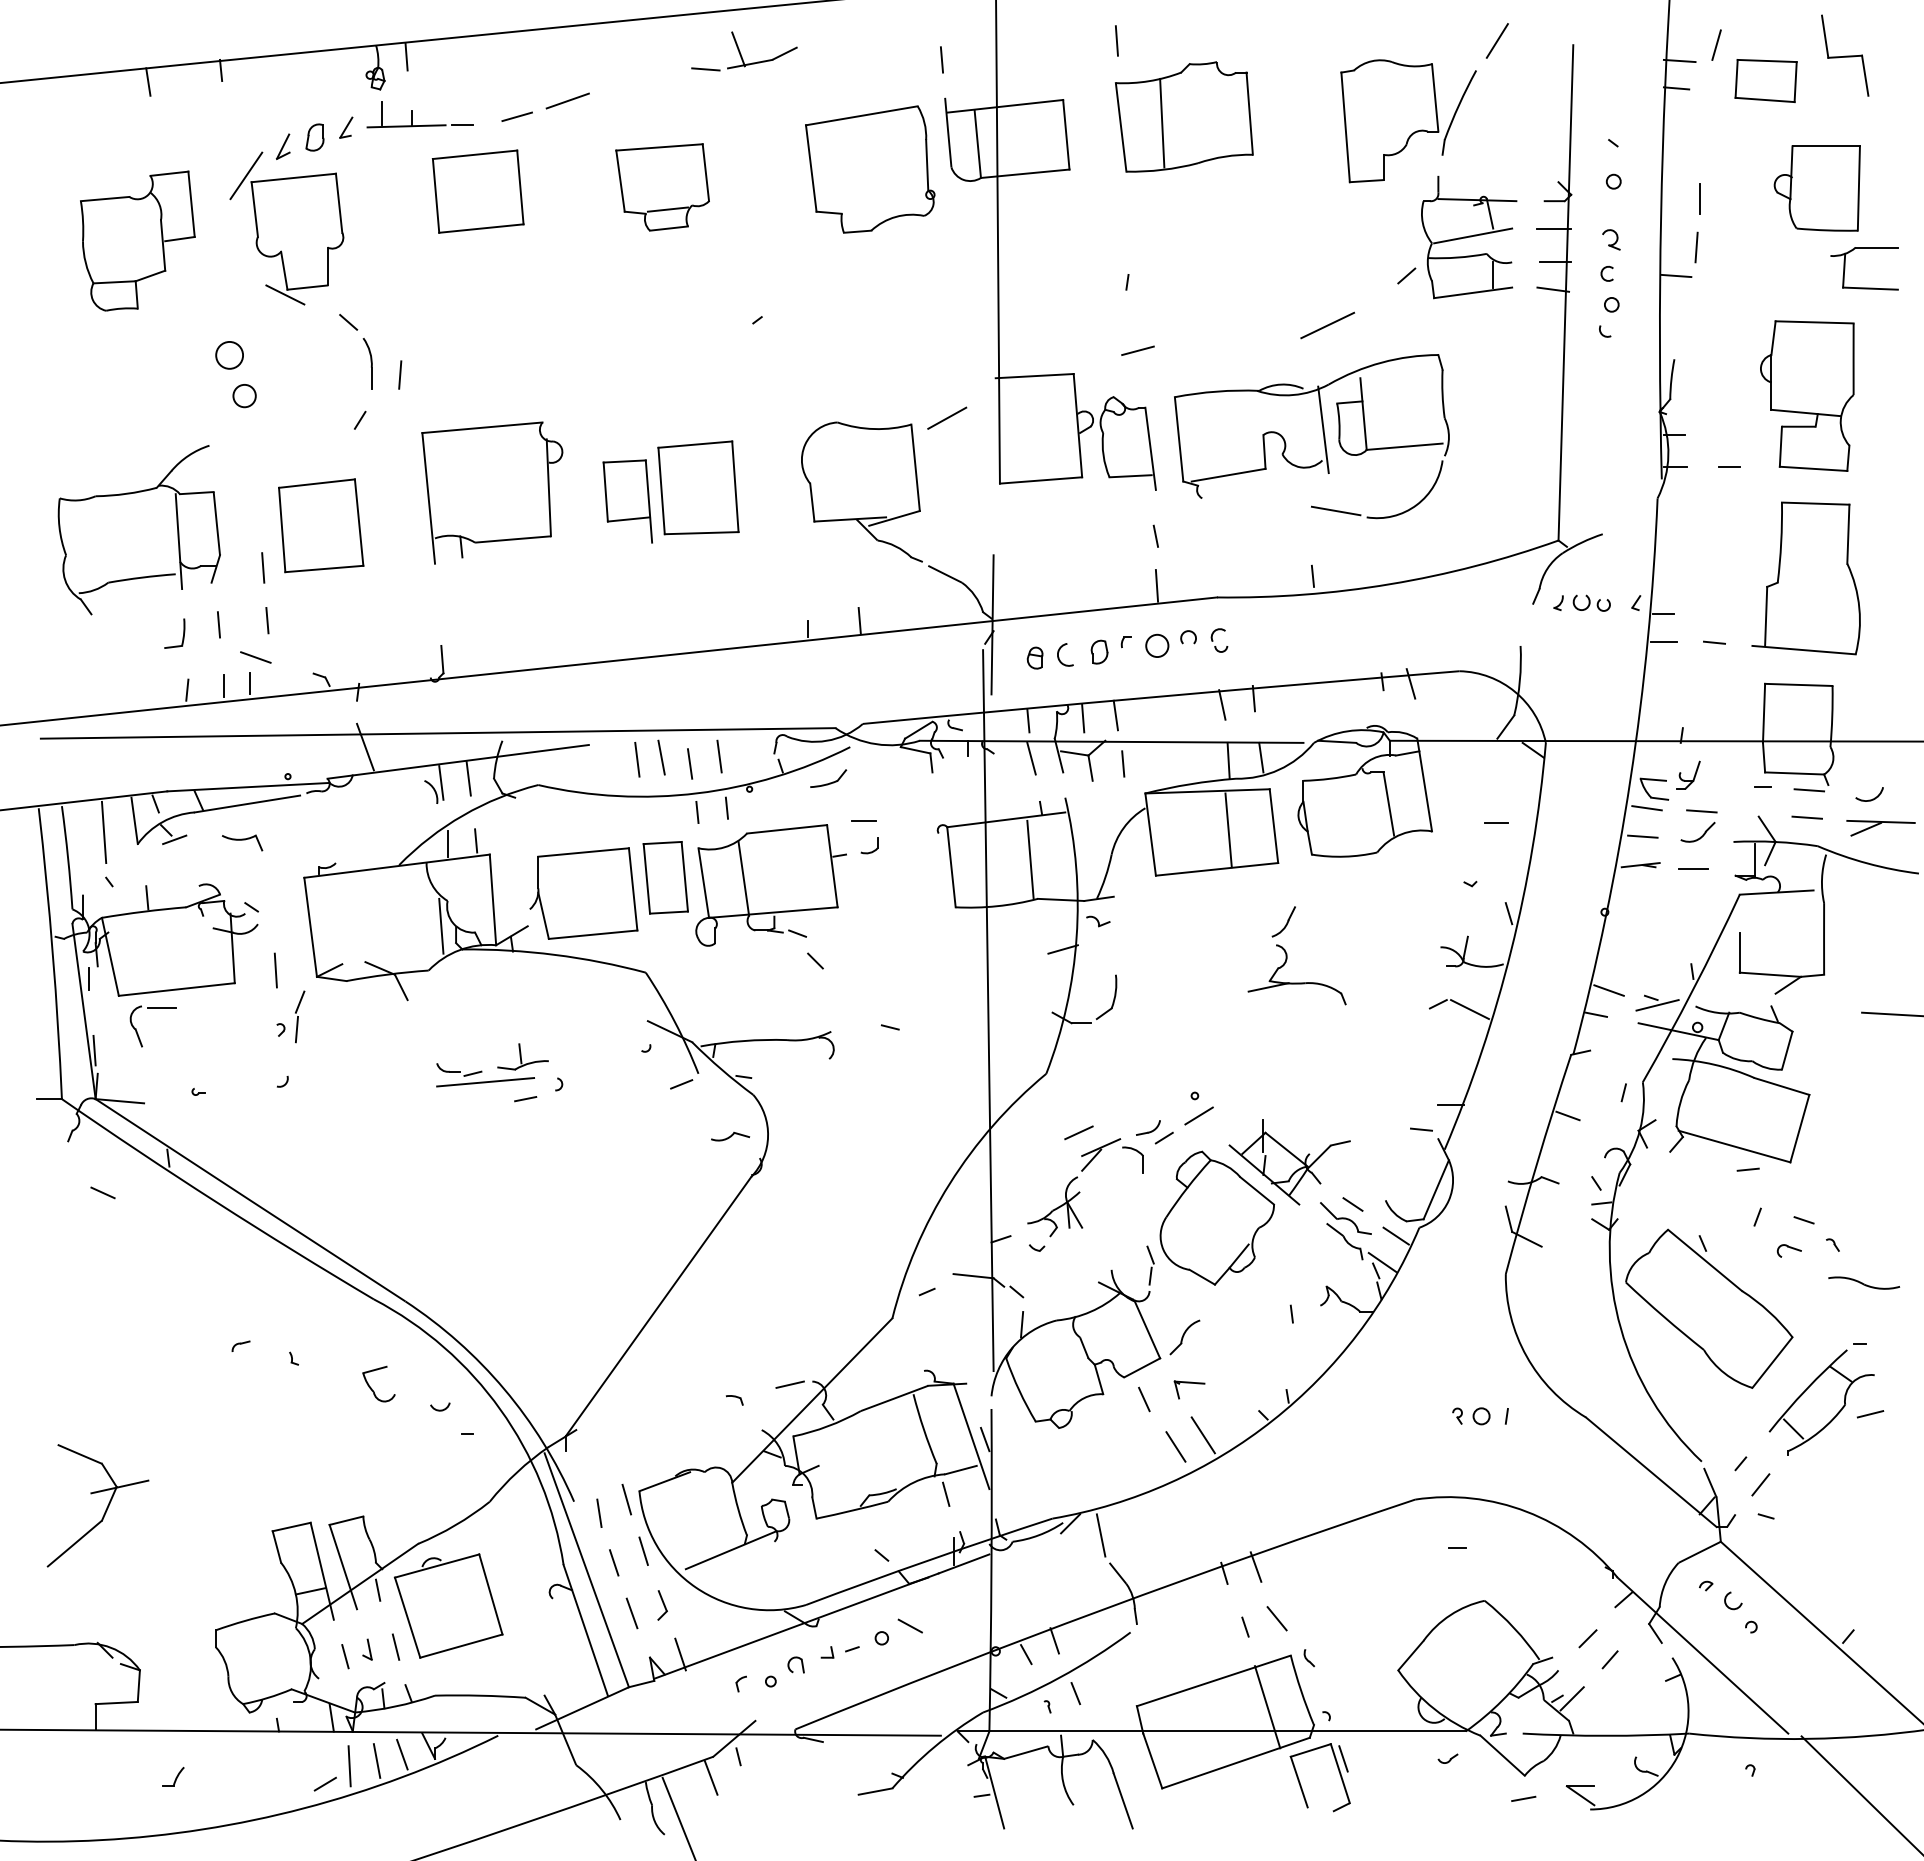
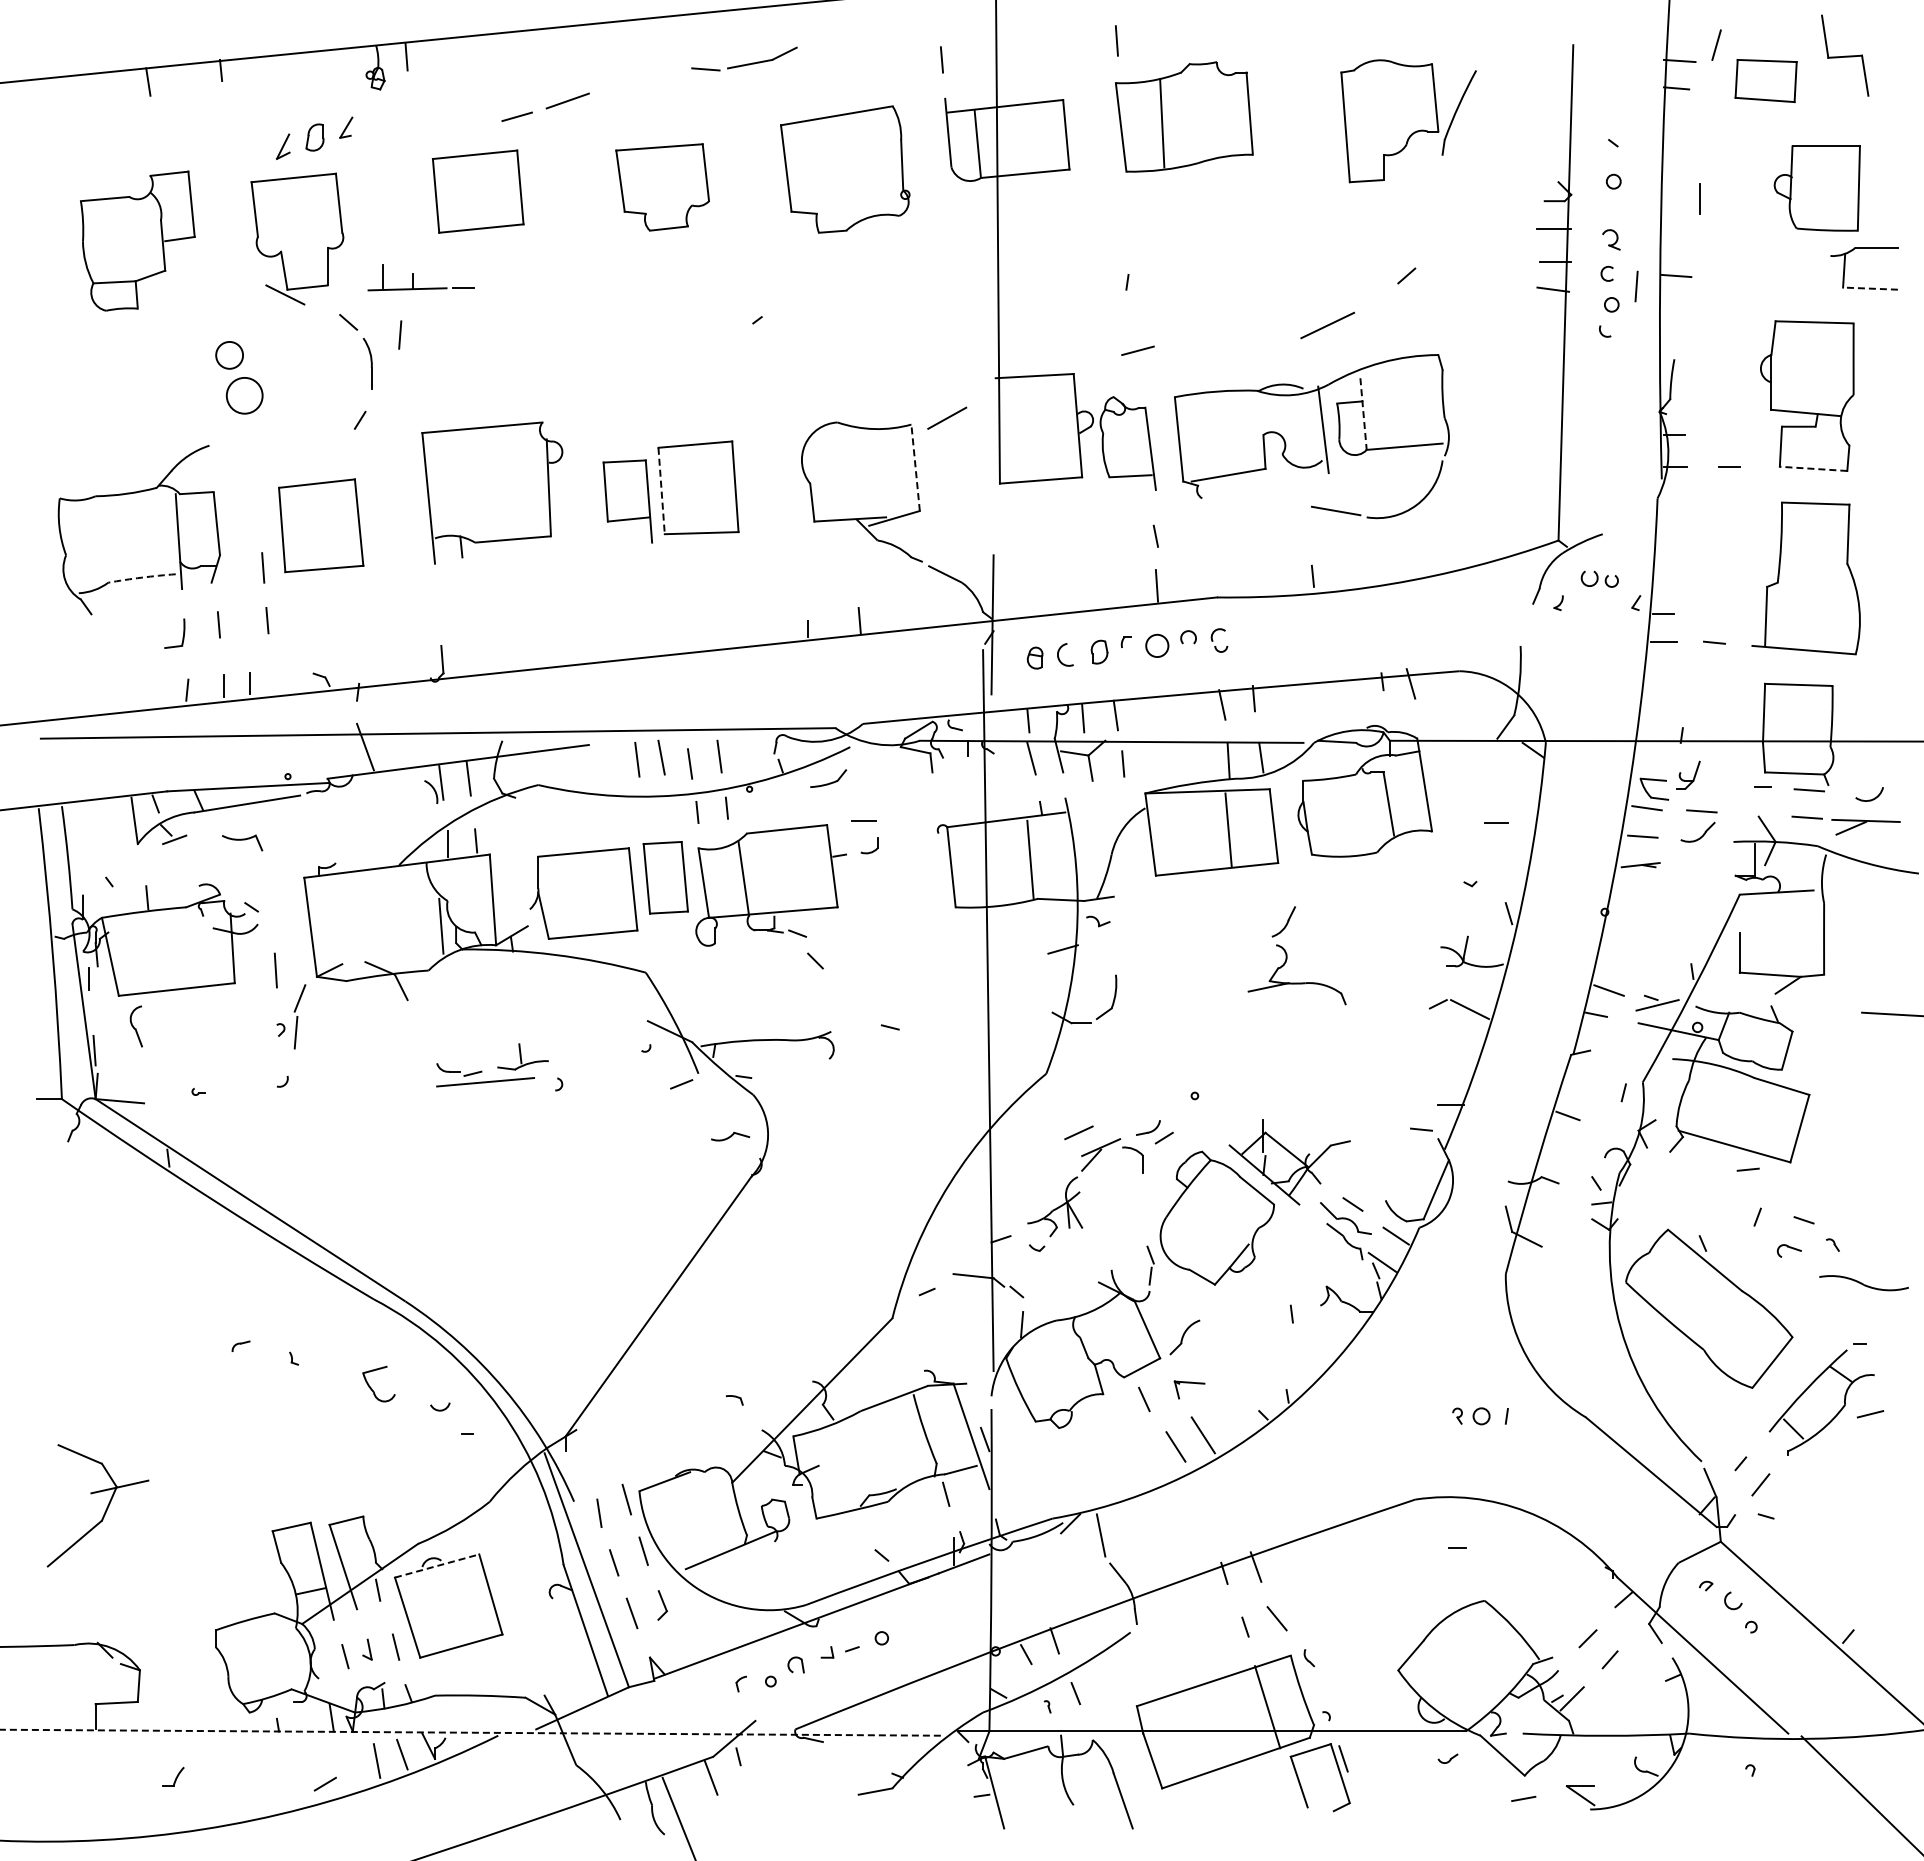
line at (1496, 40): present -> none
line at (738, 49): present -> none
part at (412, 114) position: (412, 114) -> (413, 277)
part at (870, 169) position: (870, 169) -> (845, 169)
line at (246, 175): present -> none
line at (667, 209): present -> none
part at (1469, 237): present -> none
line at (1696, 247) position: (1696, 247) -> (1636, 286)
line at (1869, 288): solid -> dashed
line at (400, 374) position: (400, 374) -> (400, 334)
circle at (244, 396) size: 25x25 px -> 39x38 px
line at (1363, 414): solid -> dashed
line at (915, 467): solid -> dashed
line at (1813, 468): solid -> dashed
line at (661, 491): solid -> dashed
arc at (141, 577): solid -> dashed
part at (1591, 602) position: (1591, 602) -> (1599, 578)
line at (255, 657): present -> none
part at (1880, 828) position: (1880, 828) -> (1865, 827)
line at (103, 832): present -> none
line at (1693, 869): present -> none
line at (161, 1008): present -> none
part at (300, 1016) size: 11x54 px -> 14x66 px
line at (525, 1099): present -> none
line at (1198, 1115): present -> none
line at (102, 1192): present -> none
part at (1864, 1282) size: 73x14 px -> 90x17 px
line at (789, 1384): present -> none
line at (437, 1566): solid -> dashed
line at (909, 1625): present -> none
line at (680, 1654): present -> none
line at (471, 1732): solid -> dashed
line at (349, 1766): present -> none
